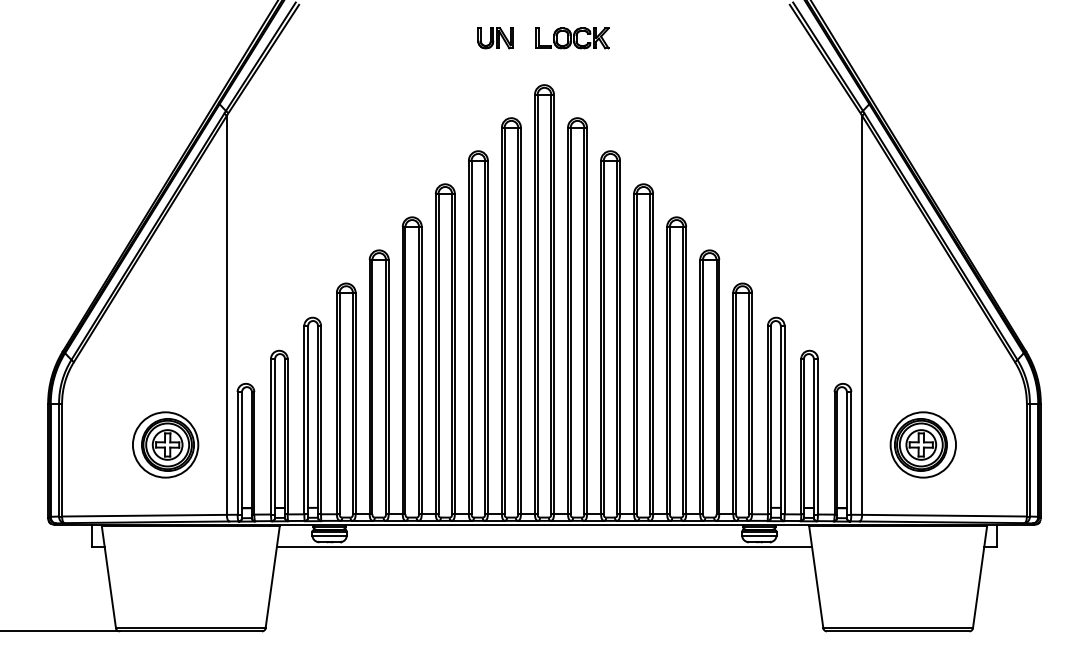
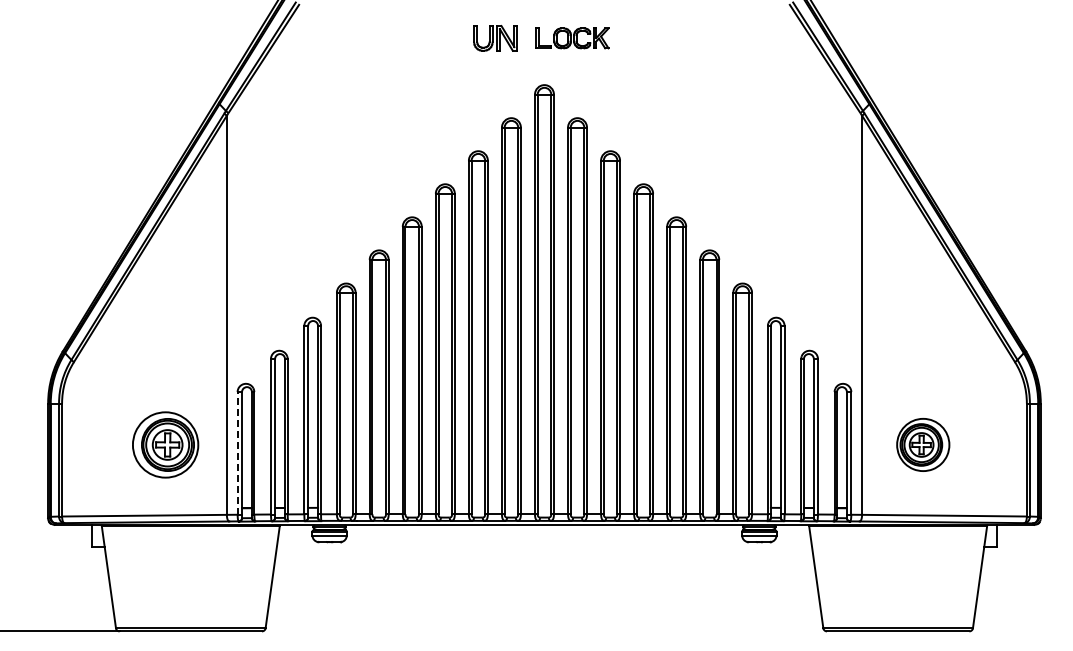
part at (495, 38) size: 37x23 px -> 45x27 px
part at (922, 444) size: 68x68 px -> 55x54 px
line at (237, 452): solid -> dashed
line at (544, 547): present -> none
